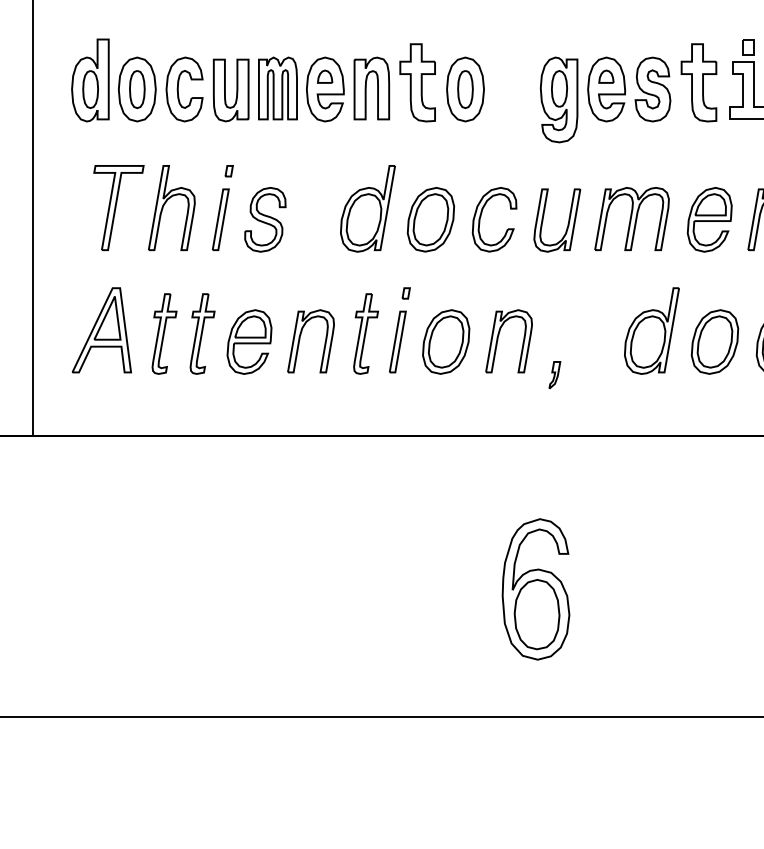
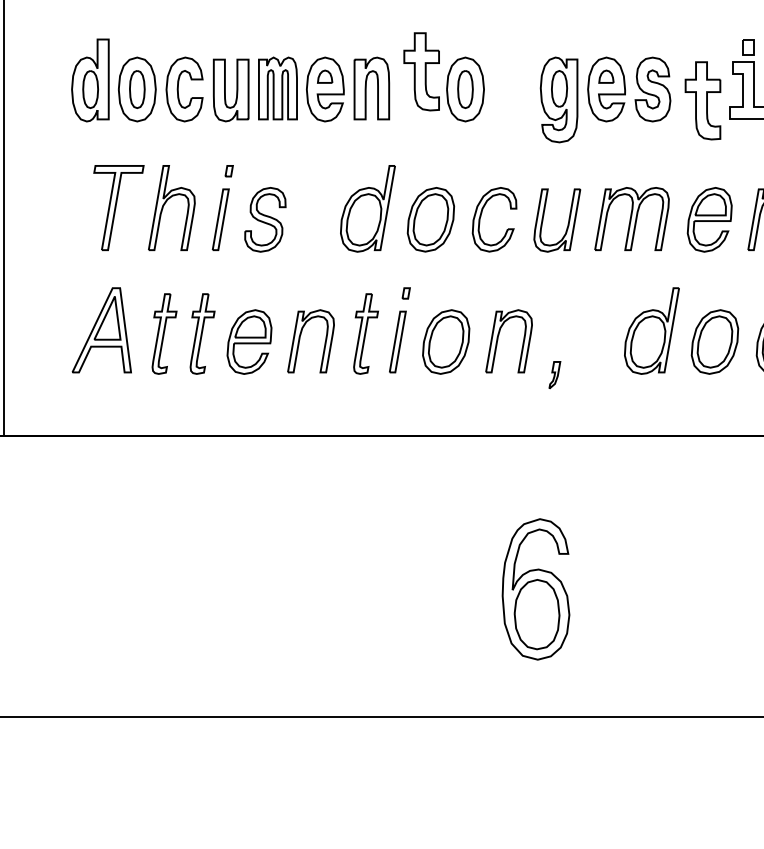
part at (417, 82) position: (417, 82) -> (421, 71)
part at (698, 82) position: (698, 82) -> (702, 100)
line at (33, 219) position: (33, 219) -> (4, 219)
